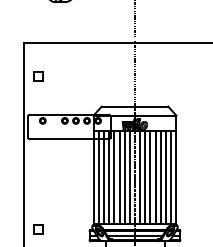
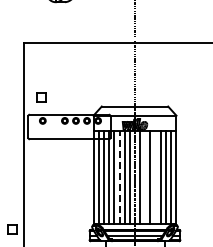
part at (38, 76) position: (38, 76) -> (41, 97)
line at (119, 177): solid -> dashed
line at (145, 177): present -> none
line at (155, 177): present -> none
part at (38, 229) position: (38, 229) -> (12, 229)
